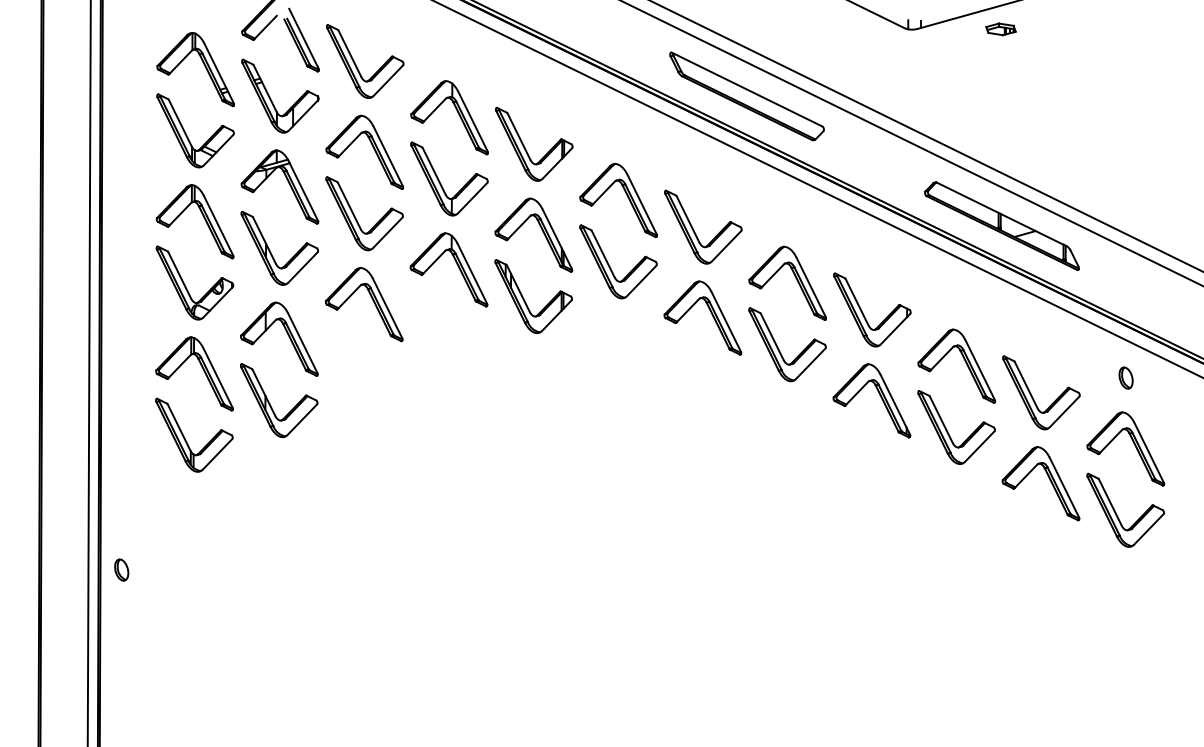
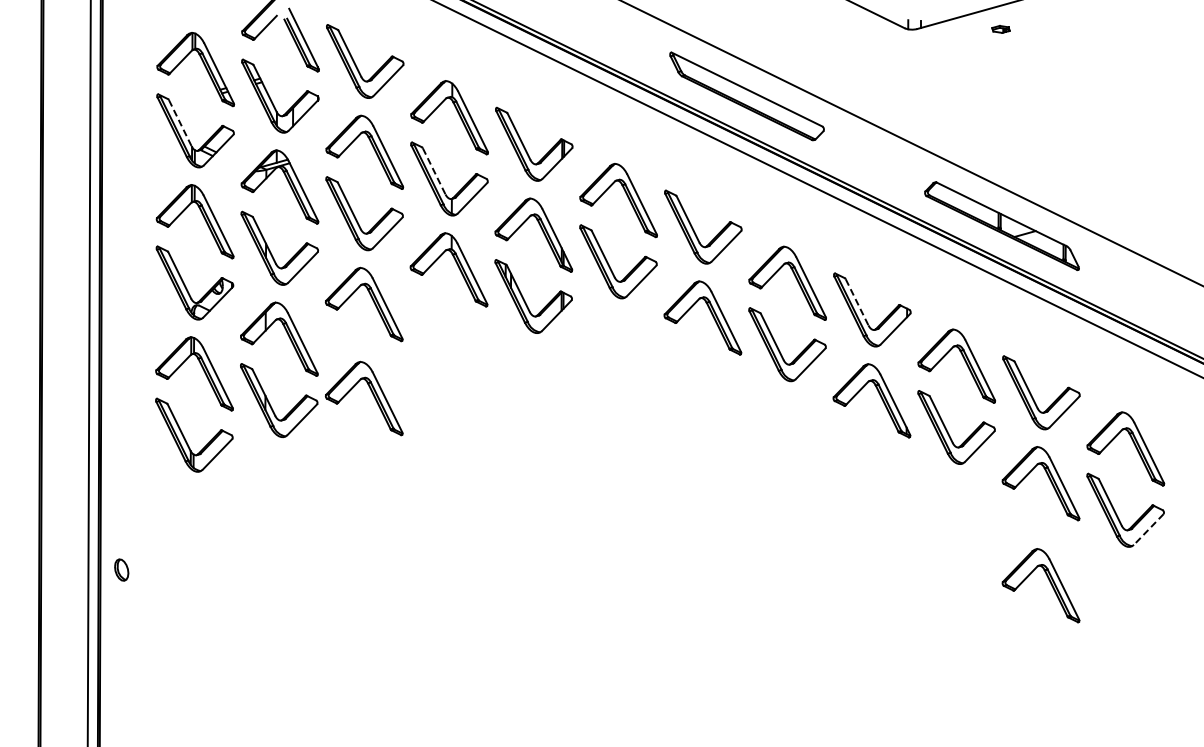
part at (1000, 29) size: 32x15 px -> 20x9 px
line at (180, 123): solid -> dashed
line at (926, 136): present -> none
line at (434, 171): solid -> dashed
line at (857, 302): solid -> dashed
part at (1125, 377): present -> none
part at (372, 394): none -> present
line at (1148, 529): solid -> dashed
part at (1048, 580): none -> present
